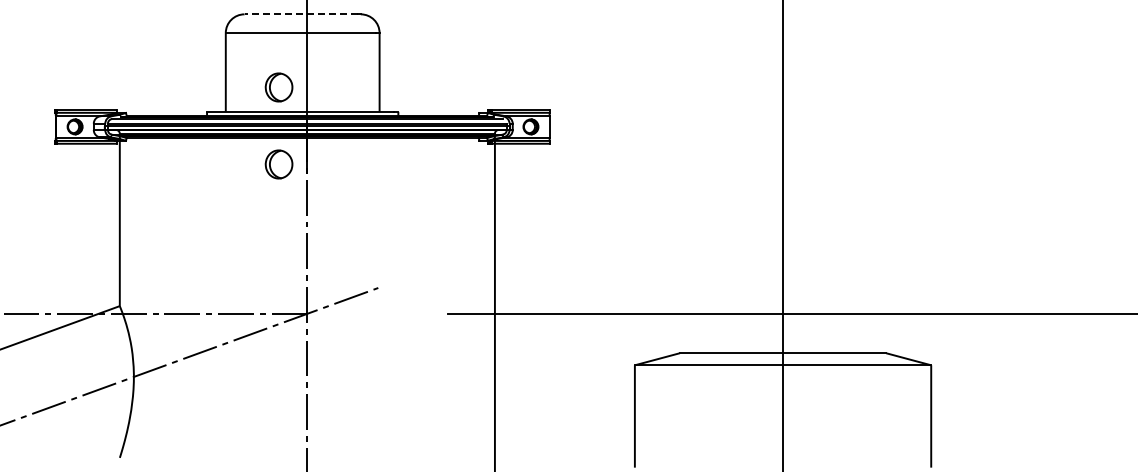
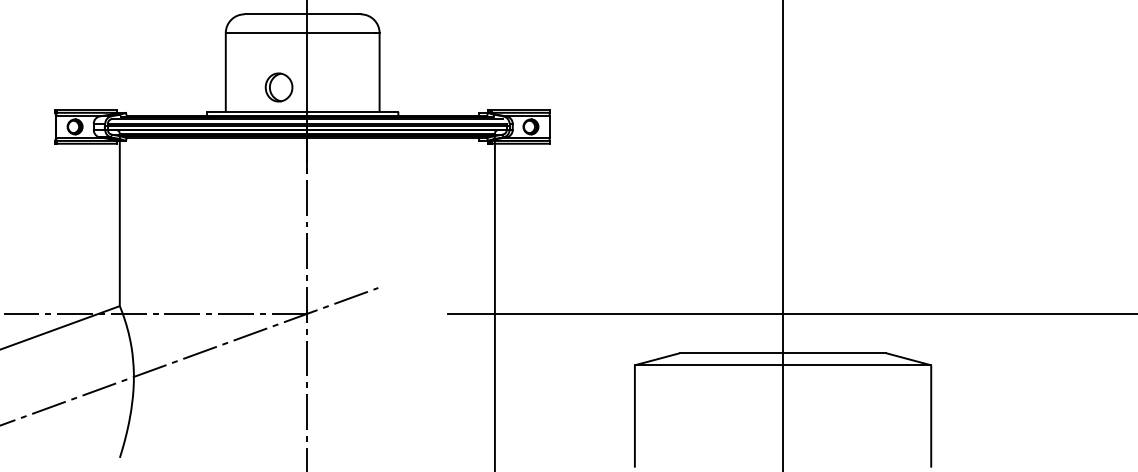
line at (301, 14): dashed -> solid
part at (278, 164): present -> none
